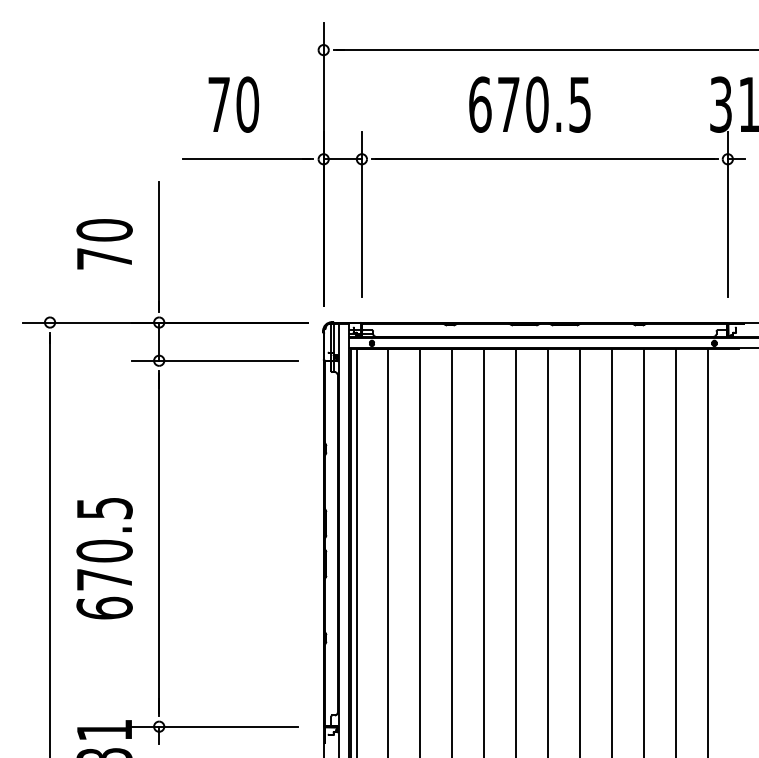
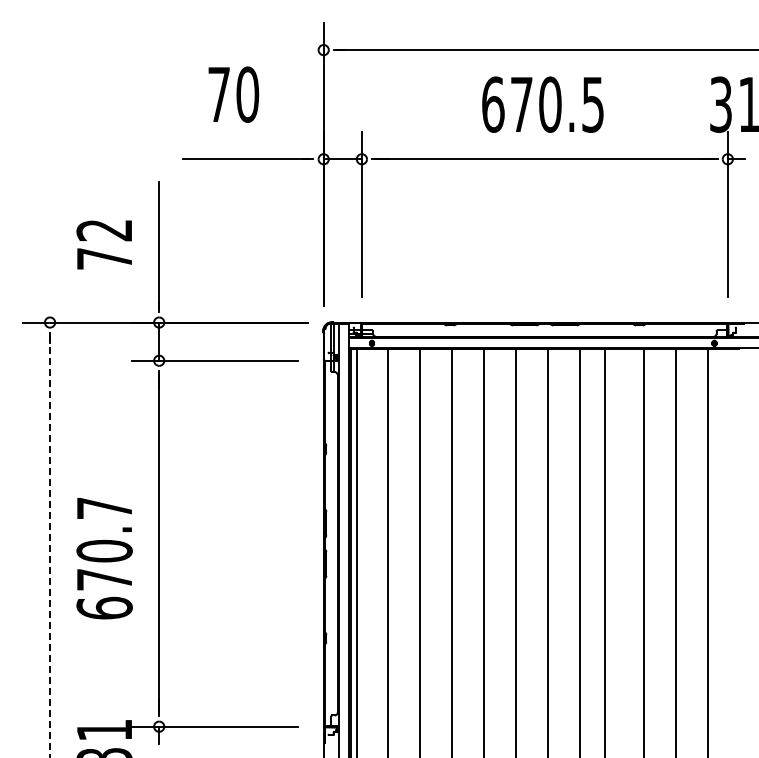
text at (233, 104) position: (233, 104) -> (233, 94)
text at (529, 104) position: (529, 104) -> (542, 104)
text at (104, 230): 70 -> 72
text at (104, 508): 670.5 -> 670.7
line at (50, 547): solid -> dashed
line at (611, 551) position: (611, 551) -> (604, 551)
